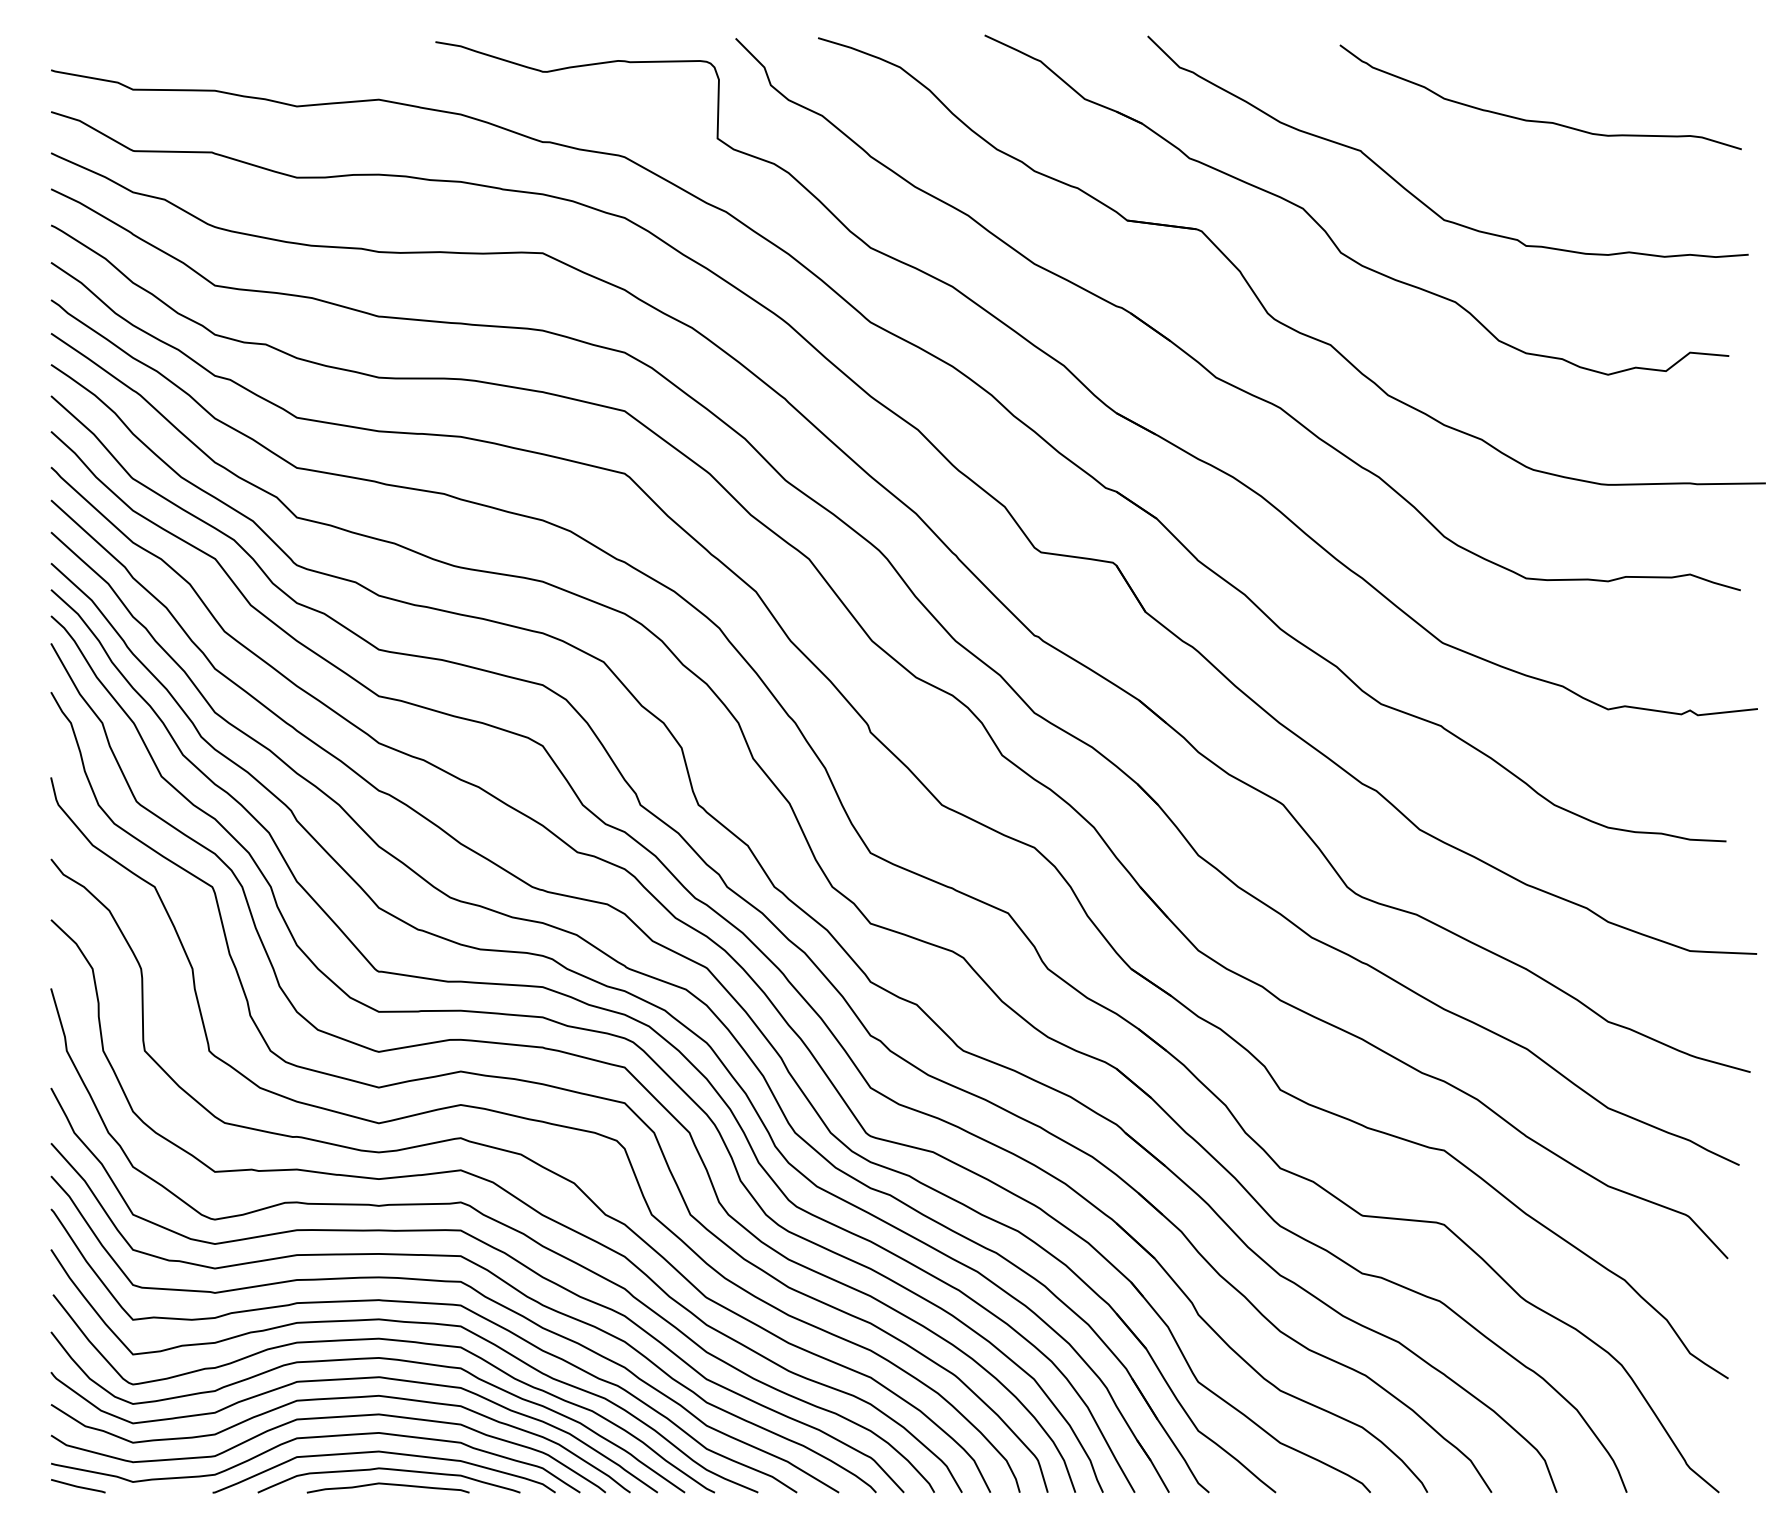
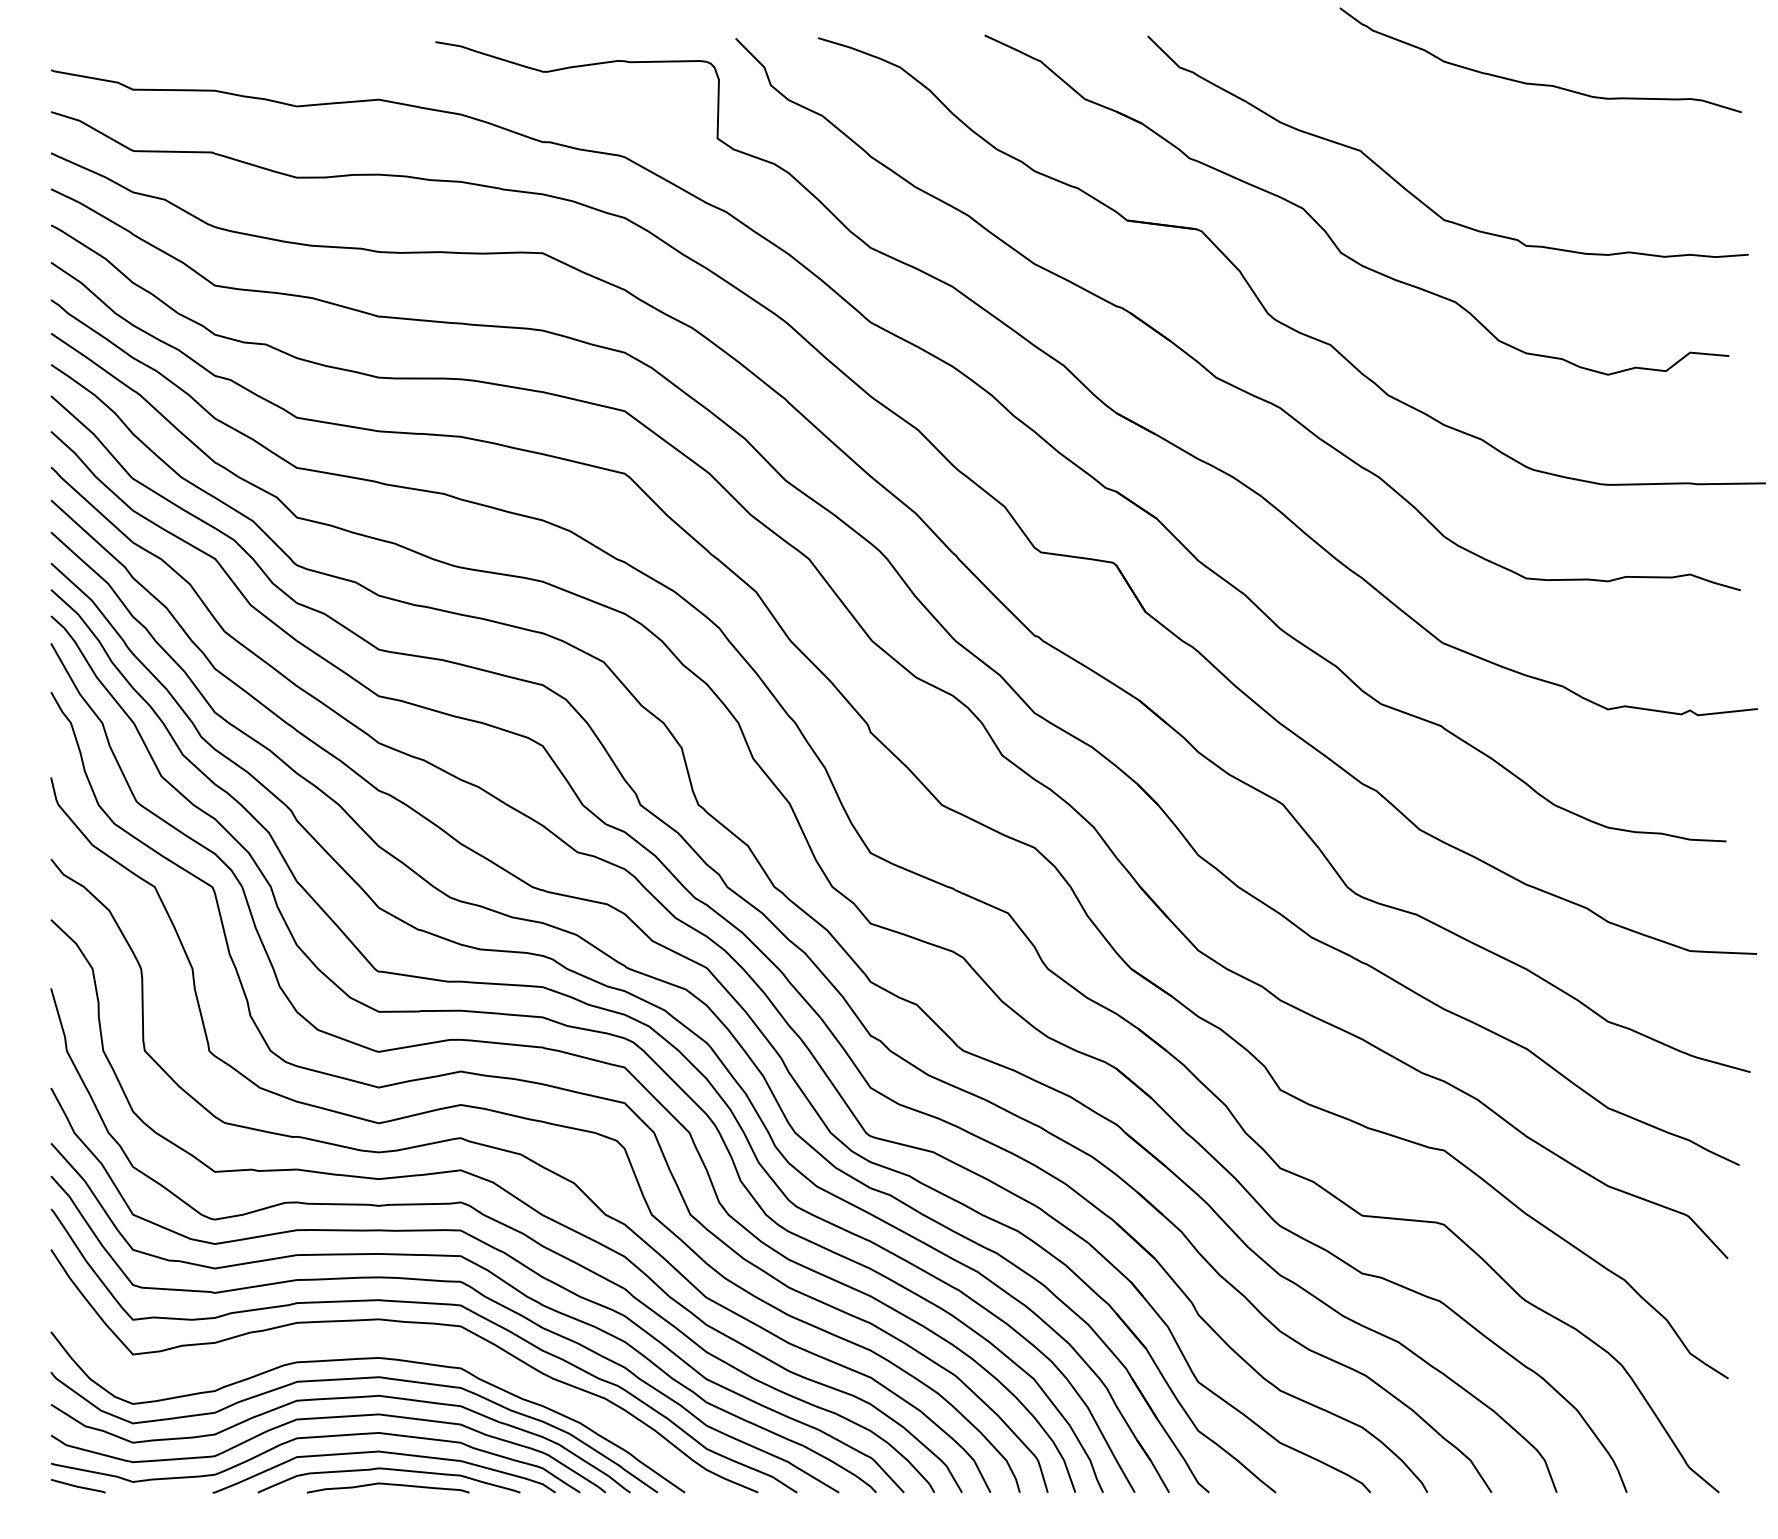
curve at (1539, 120) position: (1539, 120) -> (1539, 83)
curve at (384, 1340): present -> none
